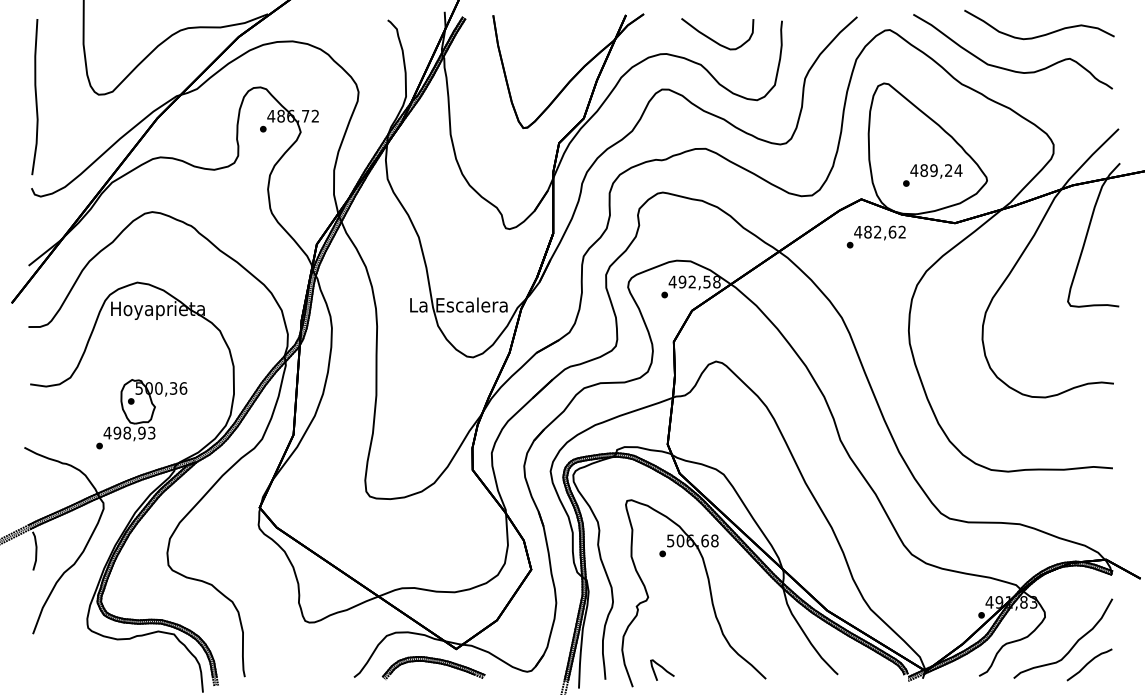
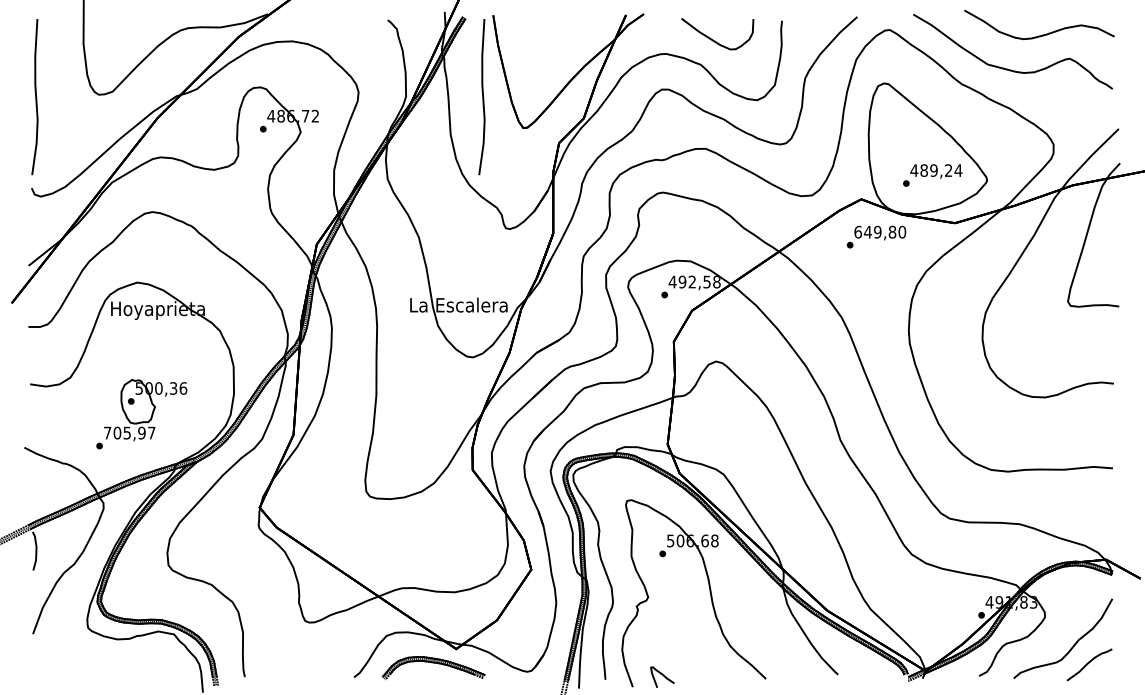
curve at (482, 97): none -> present
text at (880, 231): 482,62 -> 649,80
text at (129, 432): 498,93 -> 705,97
curve at (662, 668) position: (662, 668) -> (662, 675)
